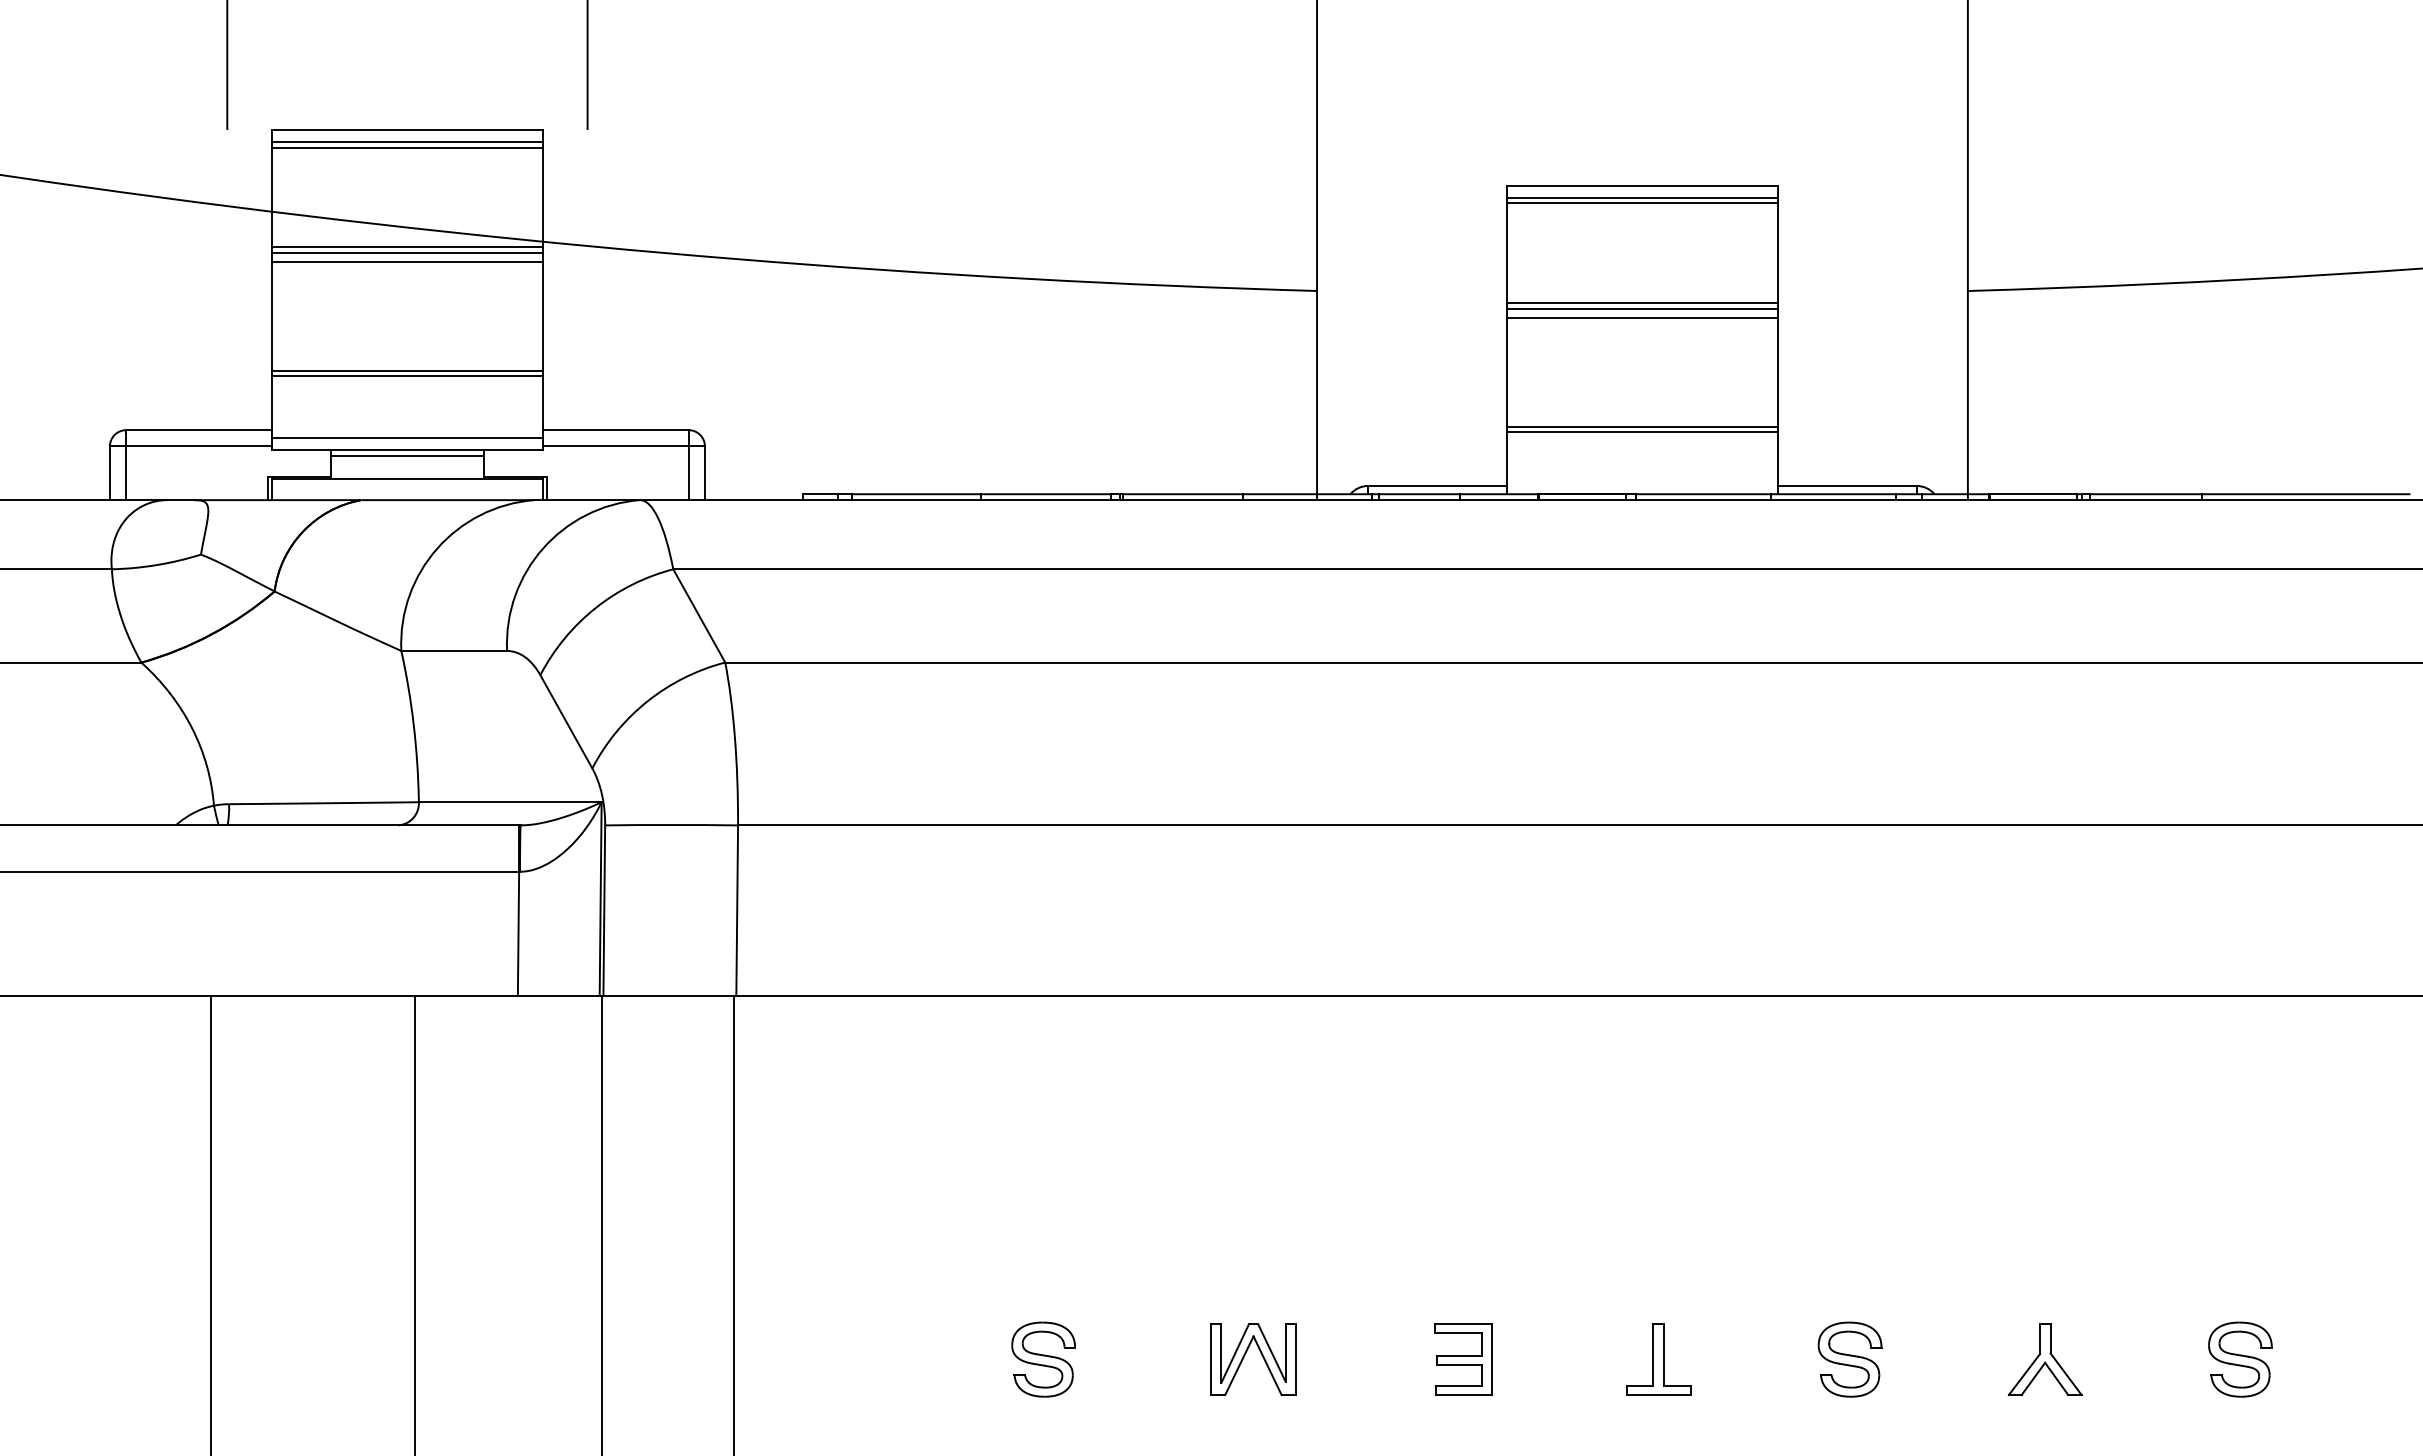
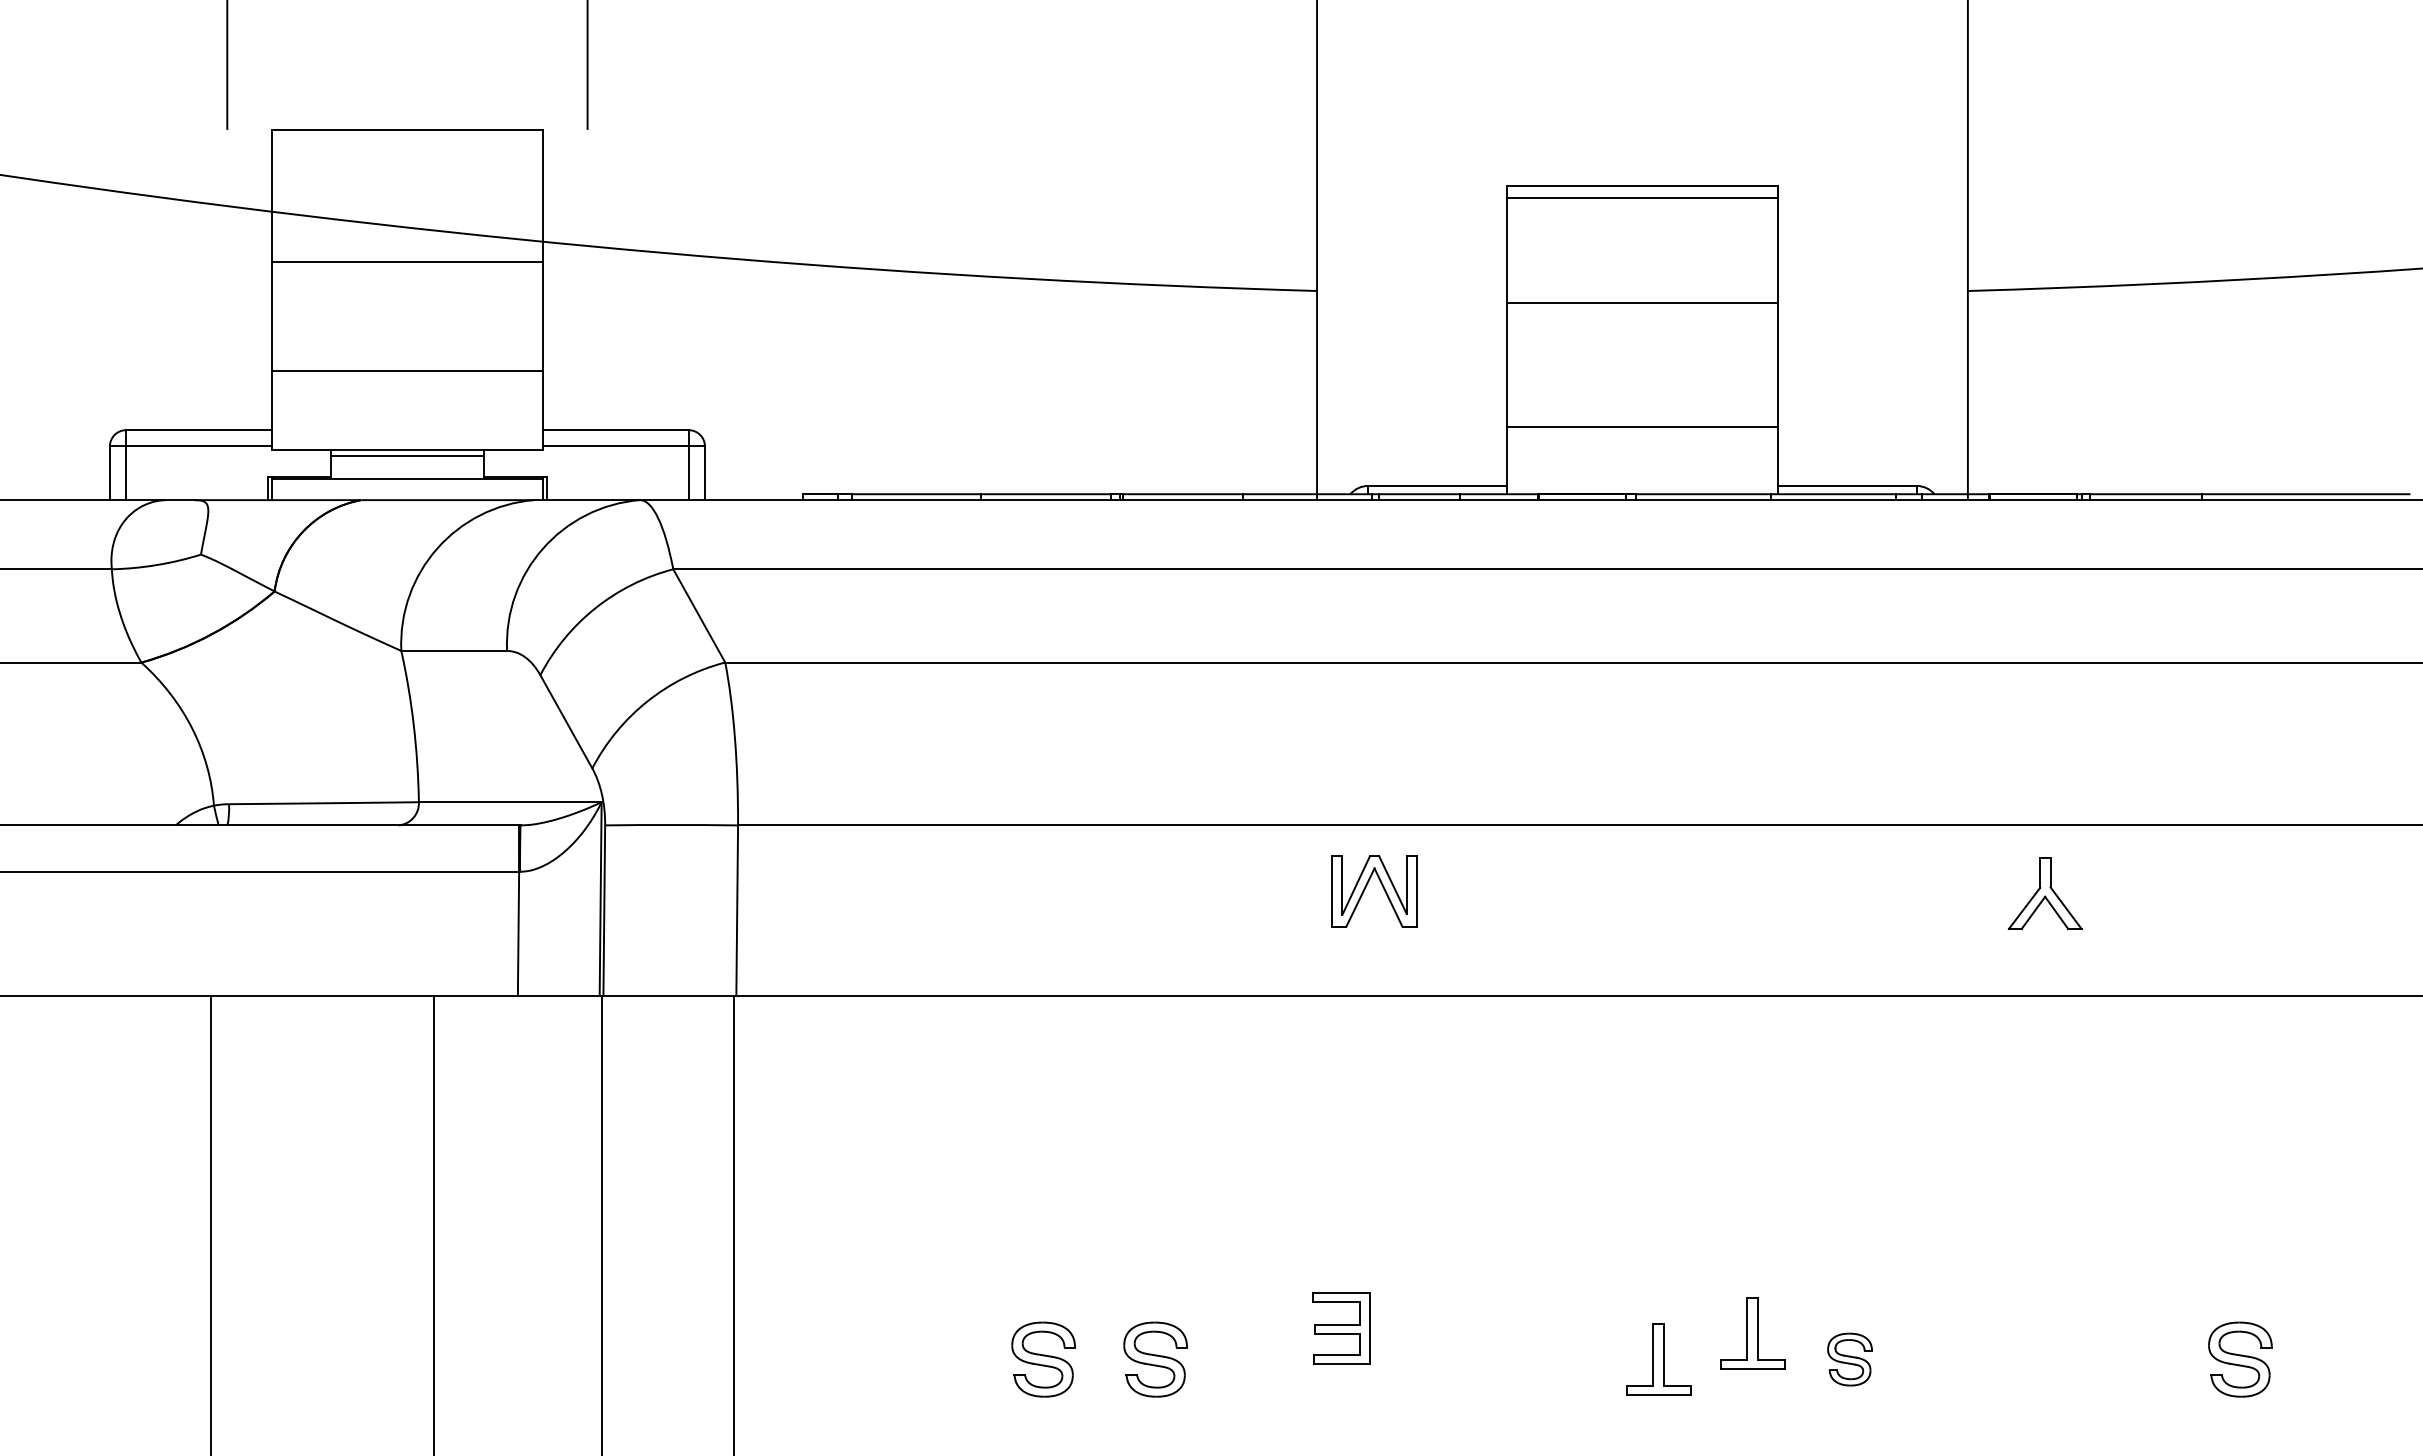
line at (407, 141): present -> none
line at (407, 147): present -> none
line at (1642, 203): present -> none
line at (407, 246): present -> none
line at (407, 252): present -> none
line at (1642, 308): present -> none
line at (1642, 318): present -> none
line at (407, 375): present -> none
line at (1642, 431): present -> none
line at (407, 438): present -> none
line at (415, 1224) position: (415, 1224) -> (434, 1224)
part at (1752, 1333): none -> present
part at (1245, 1355) position: (1245, 1355) -> (1366, 887)
part at (1155, 1359): none -> present
part at (1463, 1359) position: (1463, 1359) -> (1341, 1328)
part at (1849, 1359) size: 66x77 px -> 46x55 px
part at (2044, 1359) position: (2044, 1359) -> (2044, 893)
